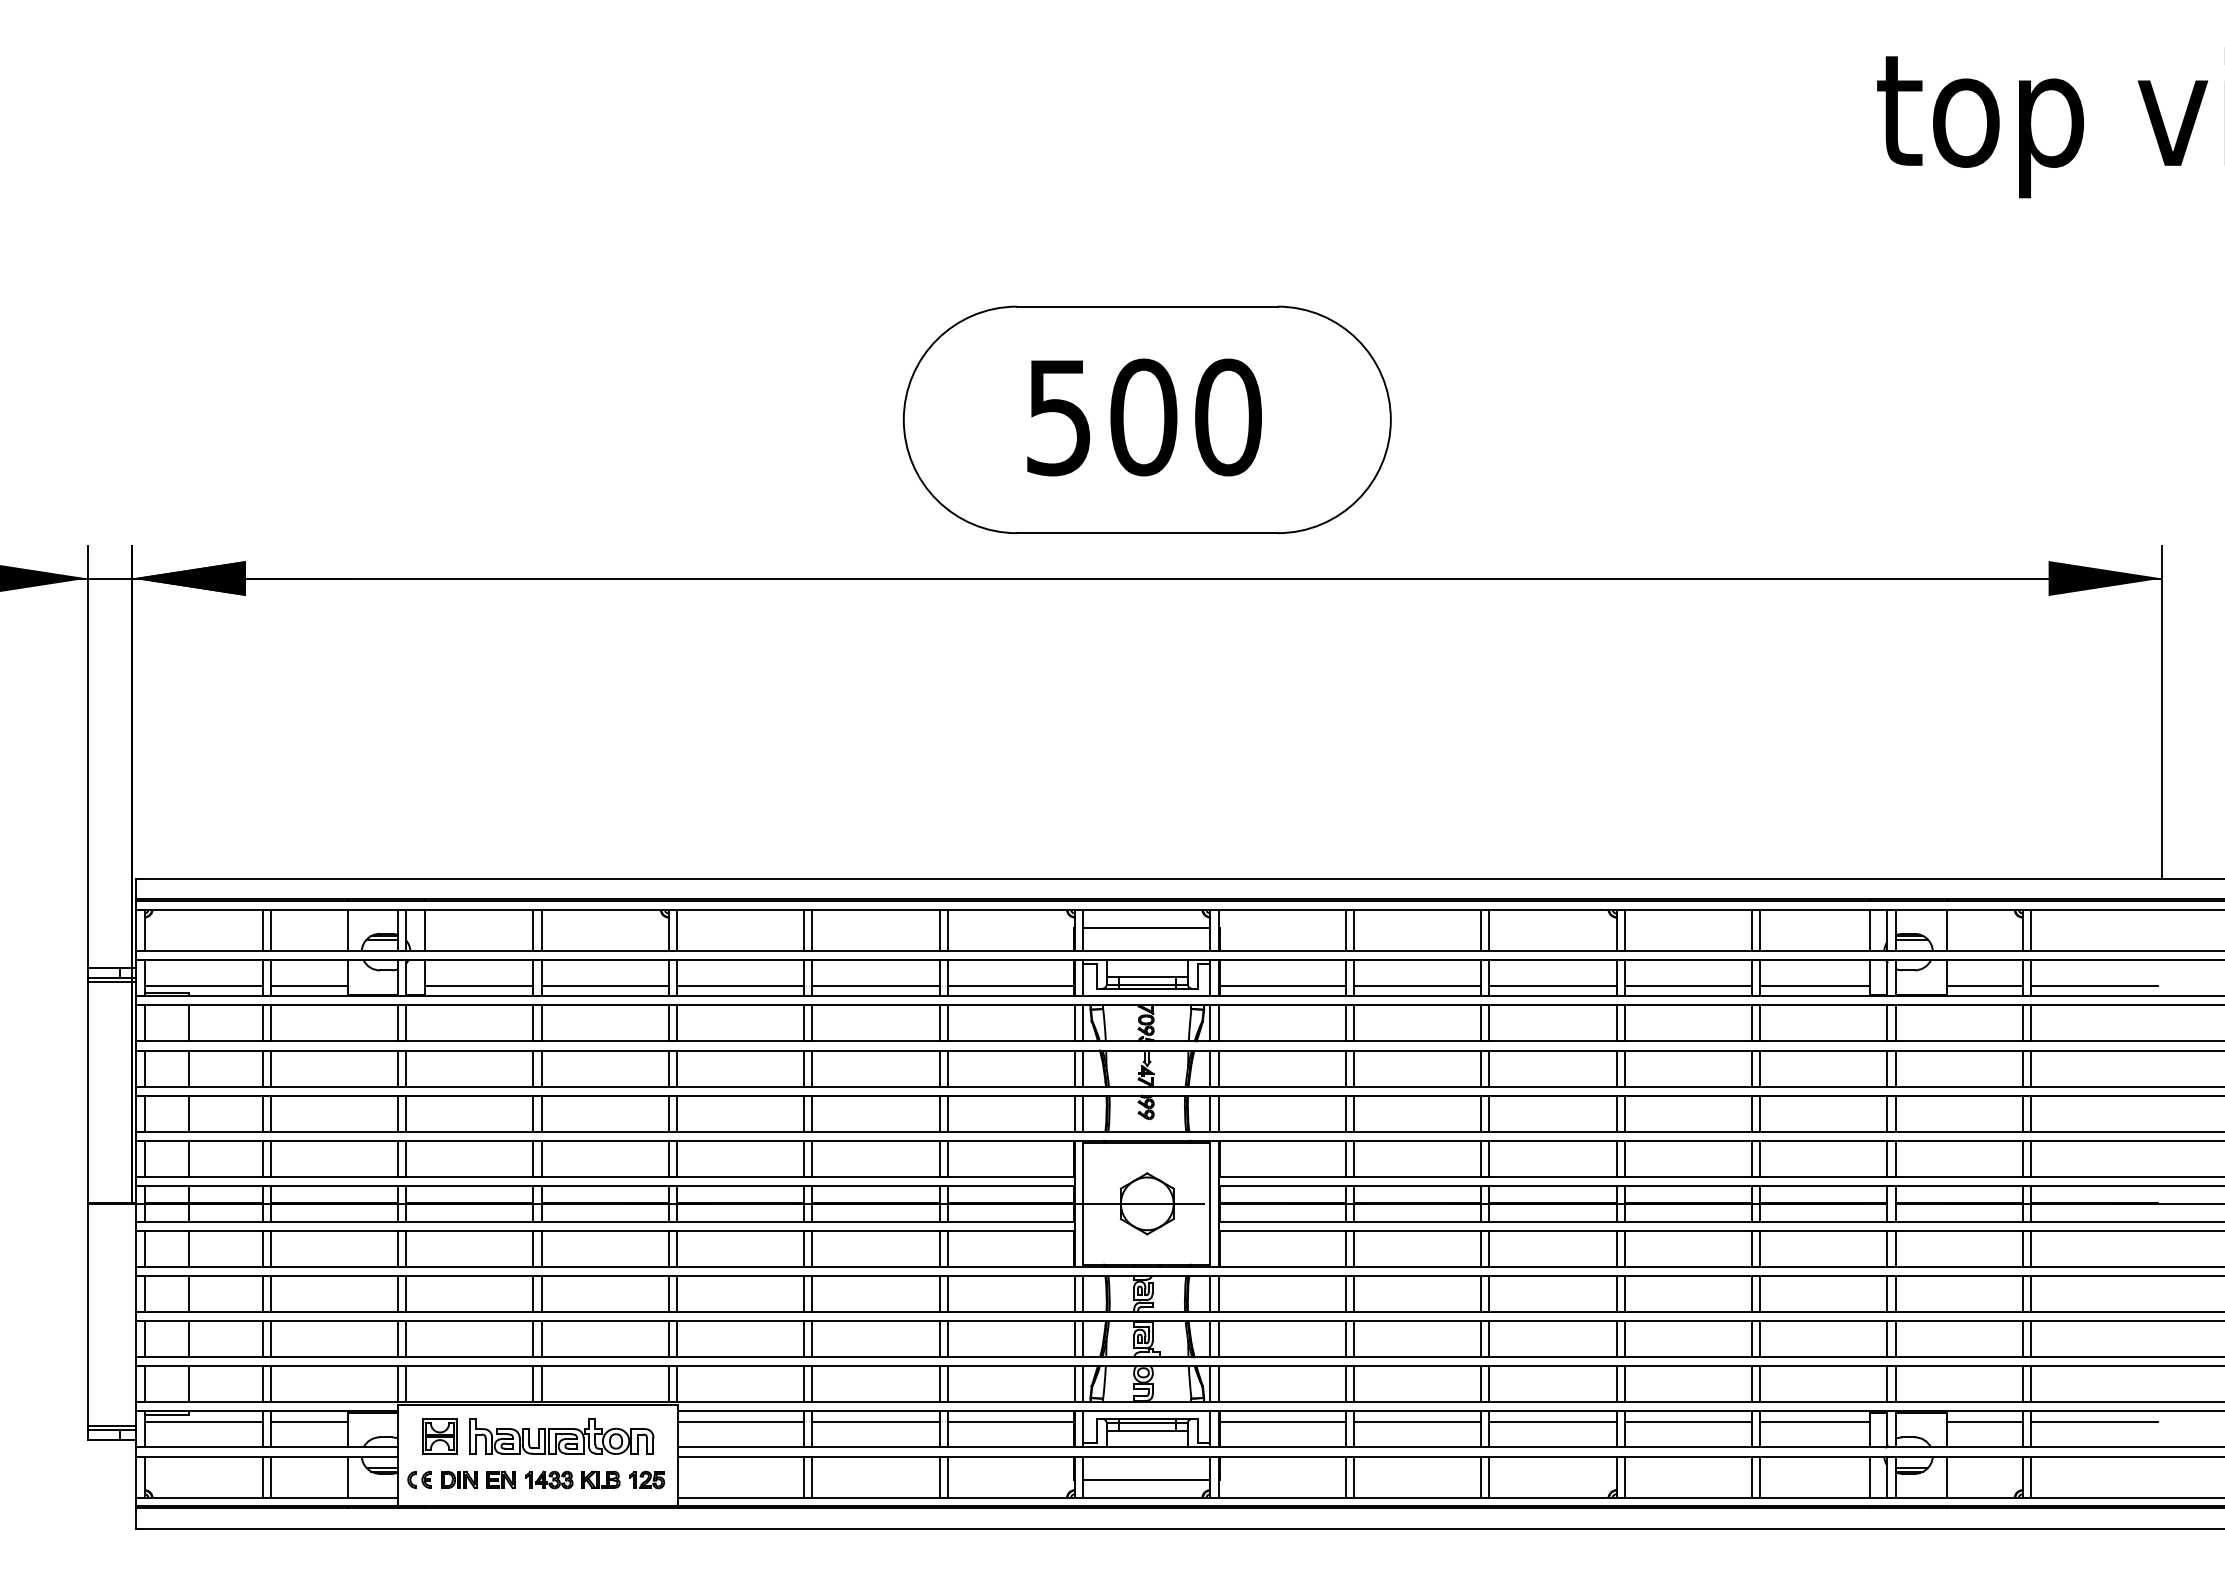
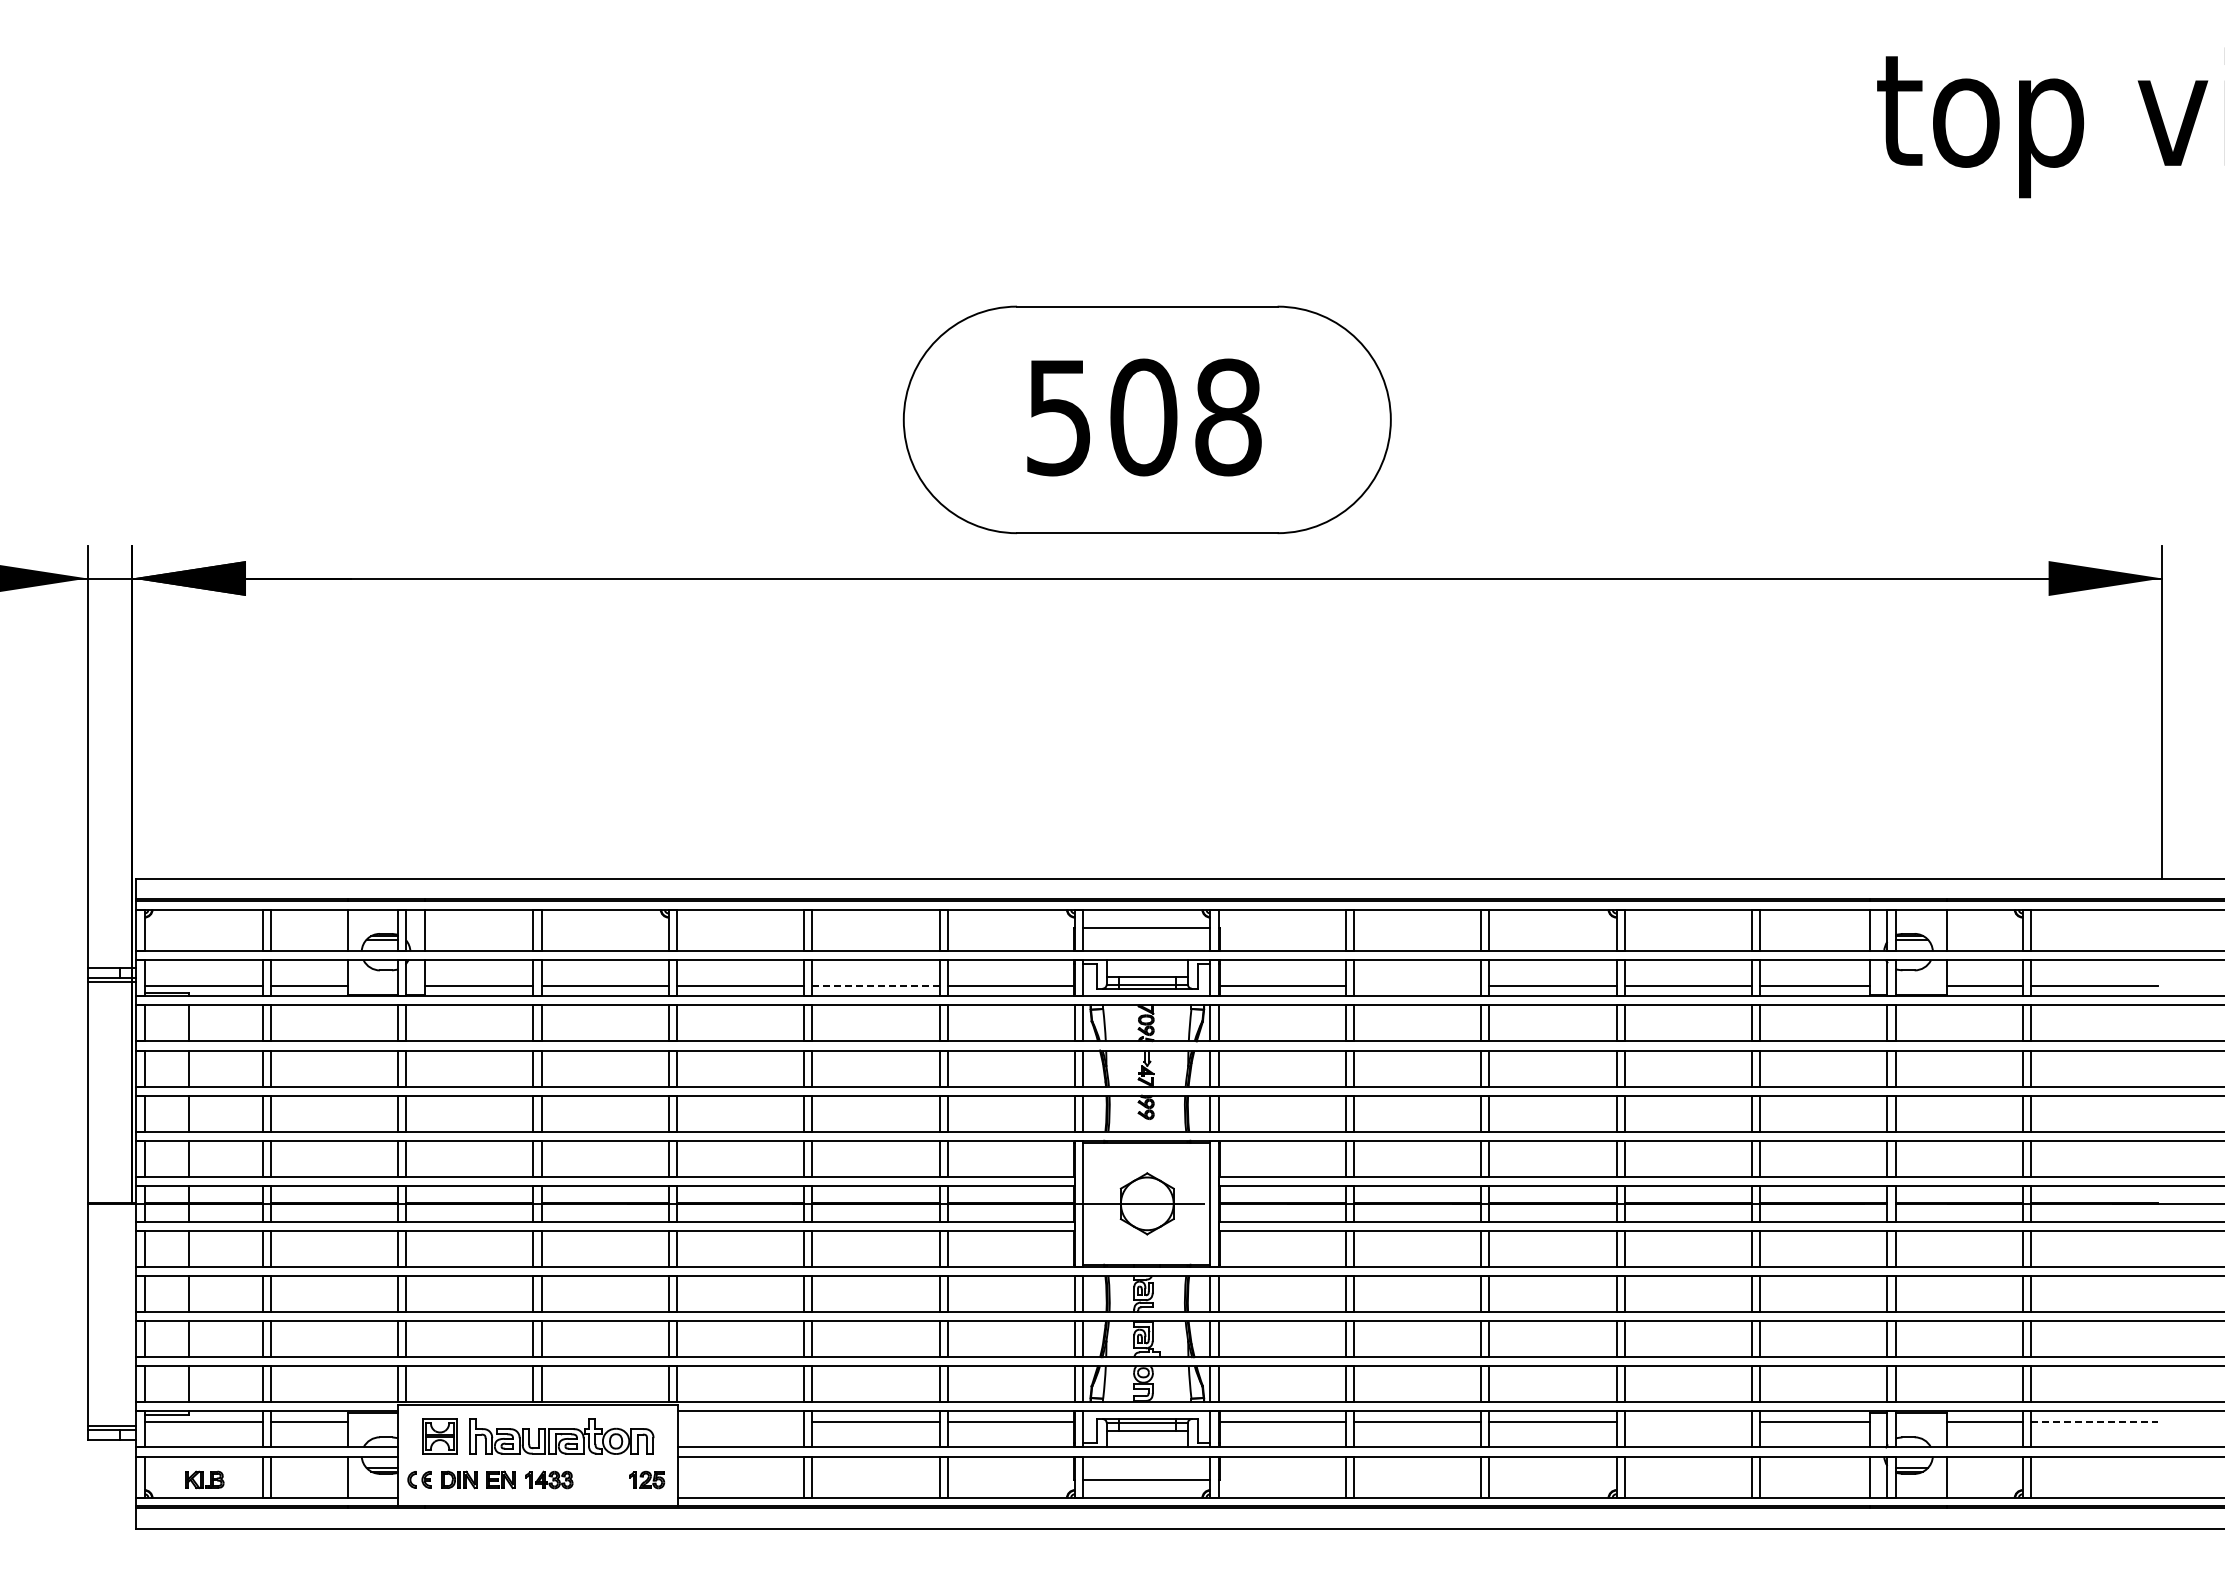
text at (1228, 417): 500 -> 508
line at (876, 985): solid -> dashed
line at (1417, 985): present -> none
line at (741, 1421): present -> none
line at (1688, 1421): present -> none
line at (2094, 1421): solid -> dashed
part at (600, 1479) position: (600, 1479) -> (204, 1479)
